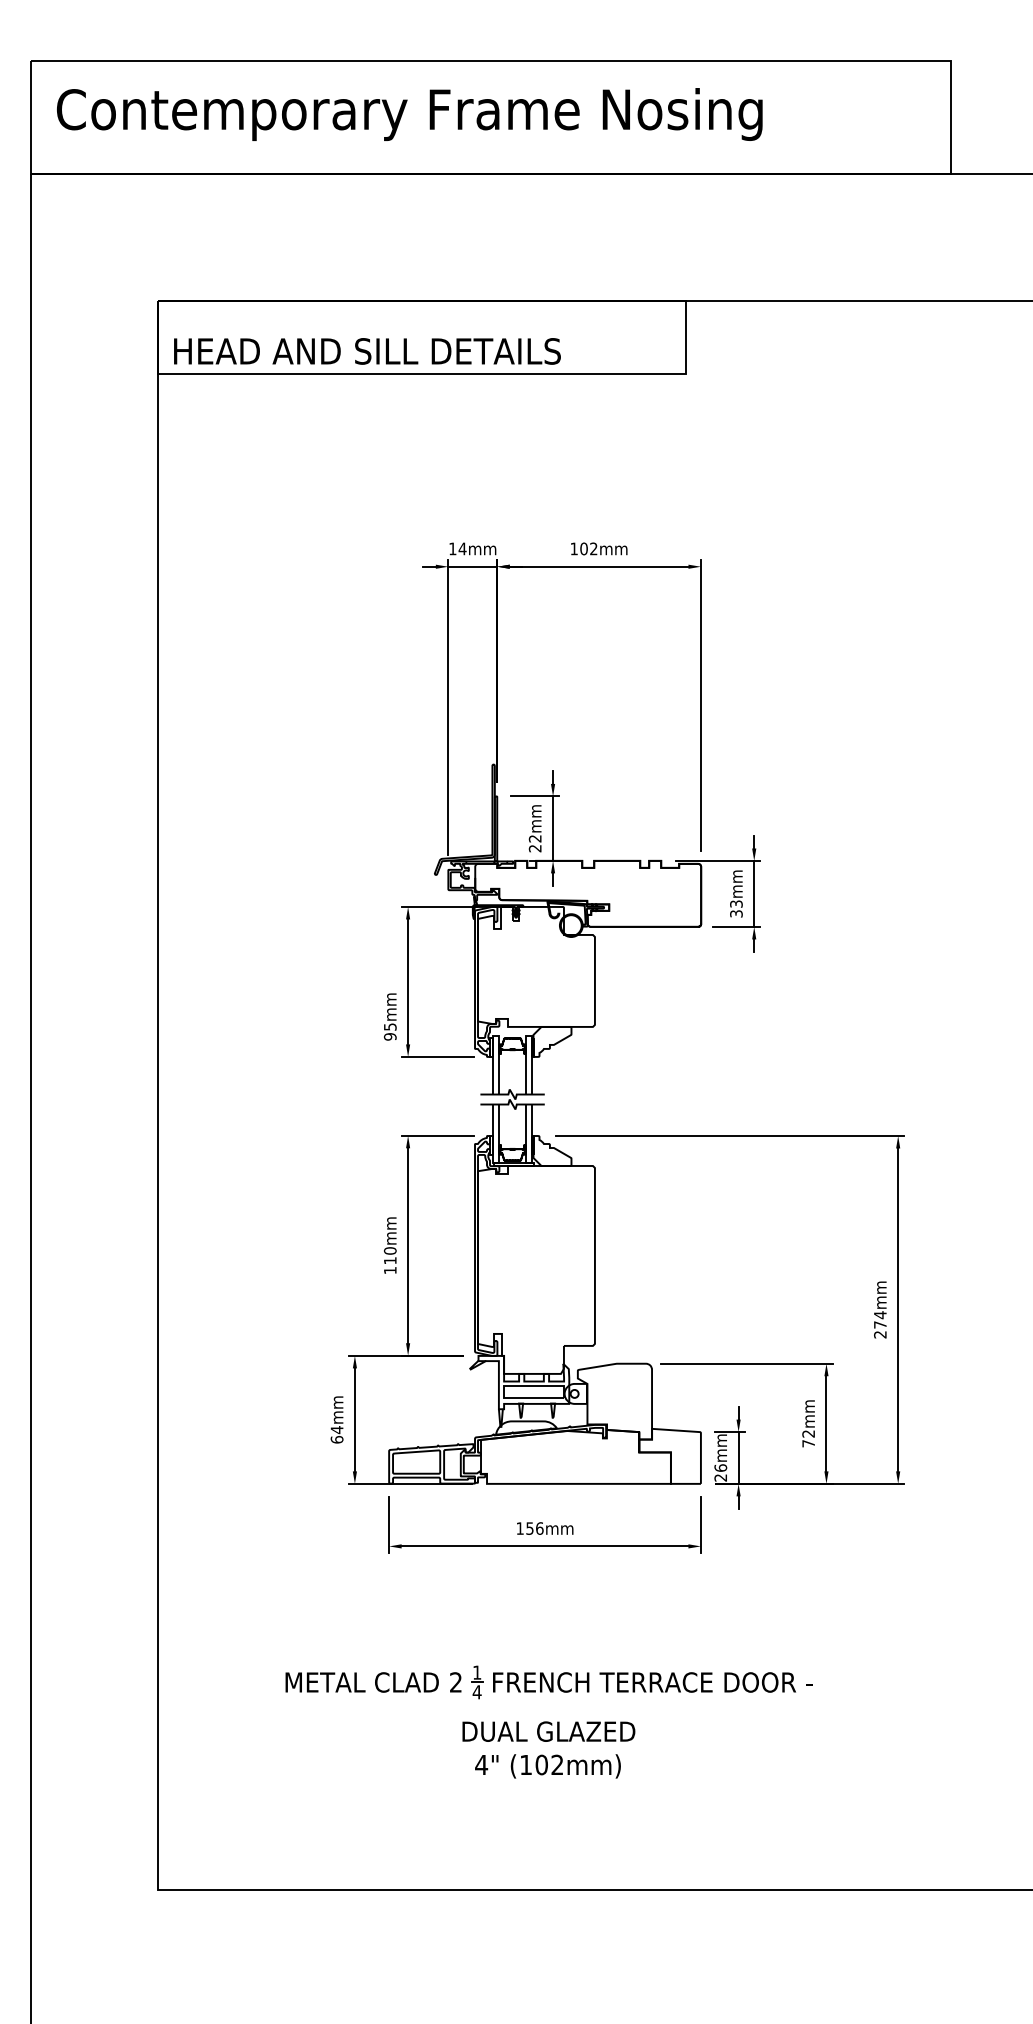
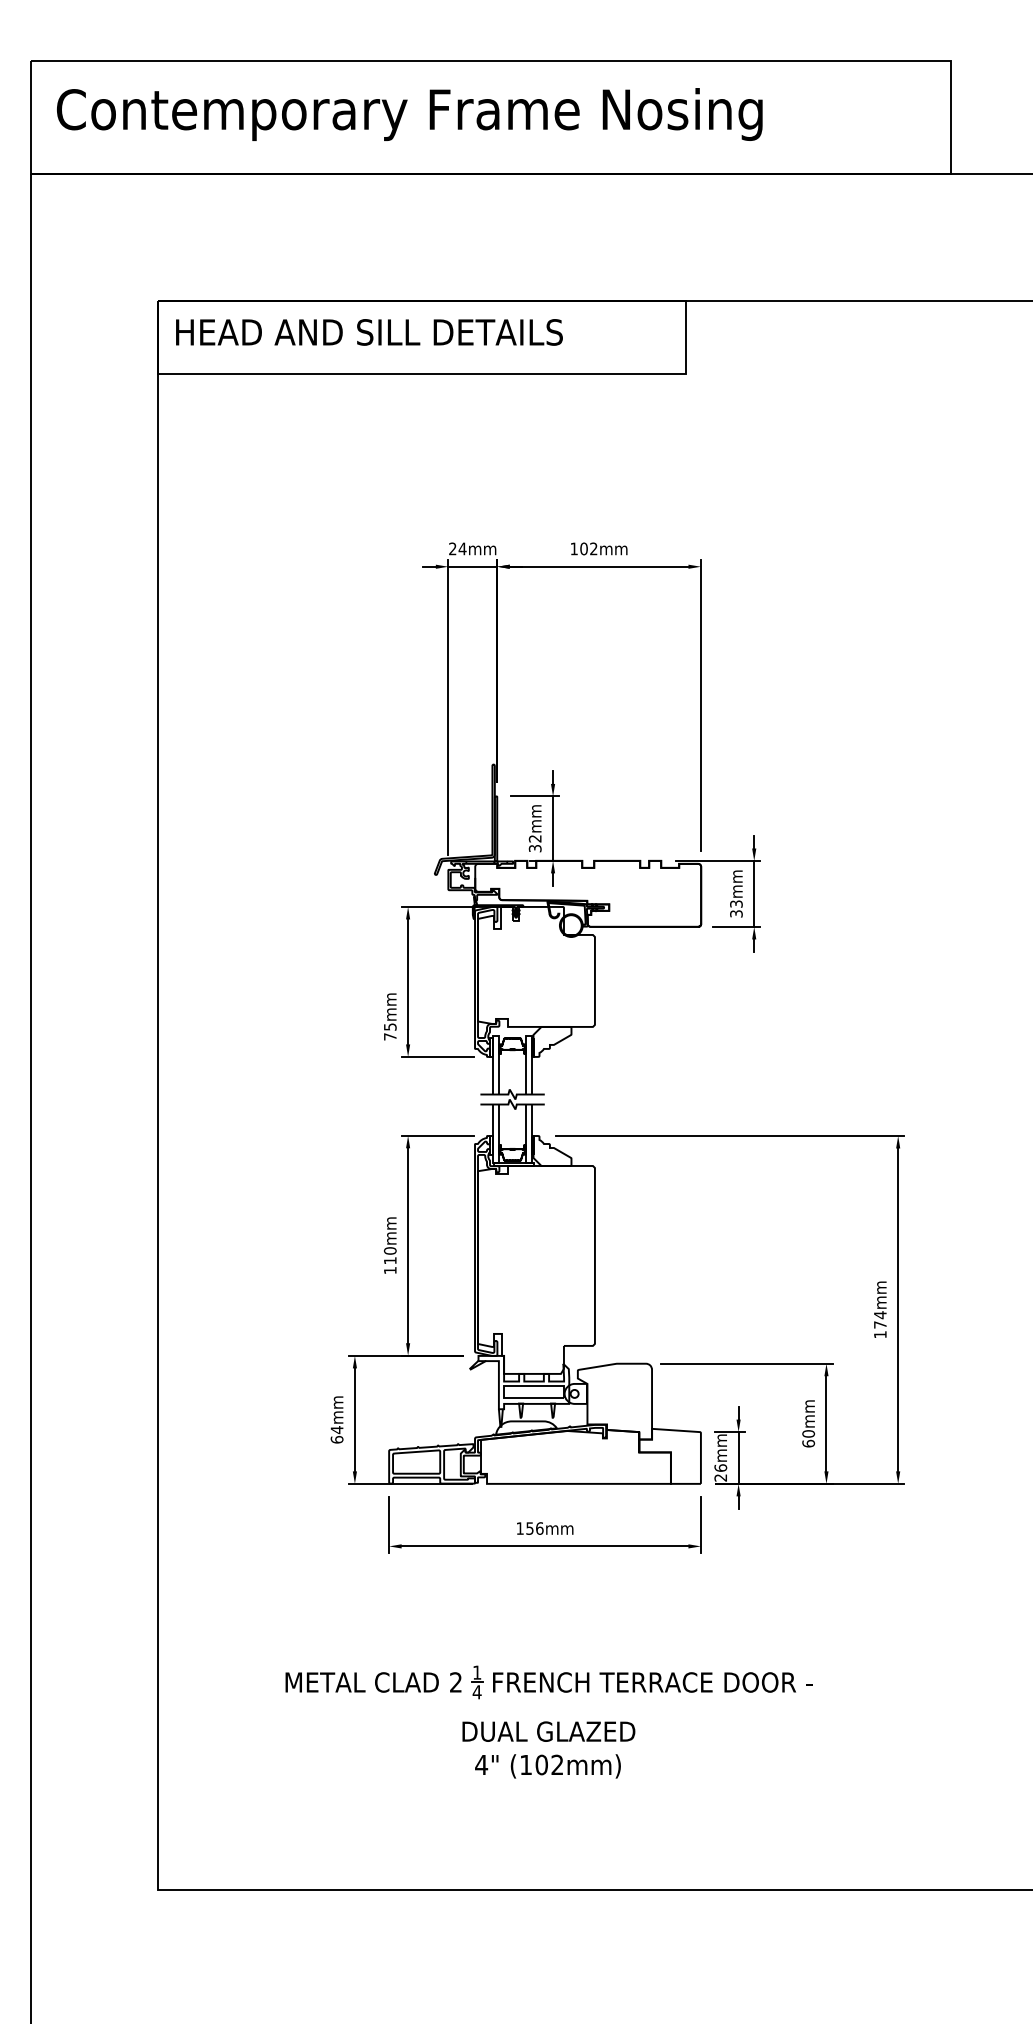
text at (367, 351) position: (367, 351) -> (369, 332)
text at (452, 548): 14mm -> 24mm
text at (535, 848): 22mm -> 32mm
text at (389, 1036): 95mm -> 75mm
text at (880, 1334): 274mm -> 174mm
text at (808, 1438): 72mm -> 60mm
